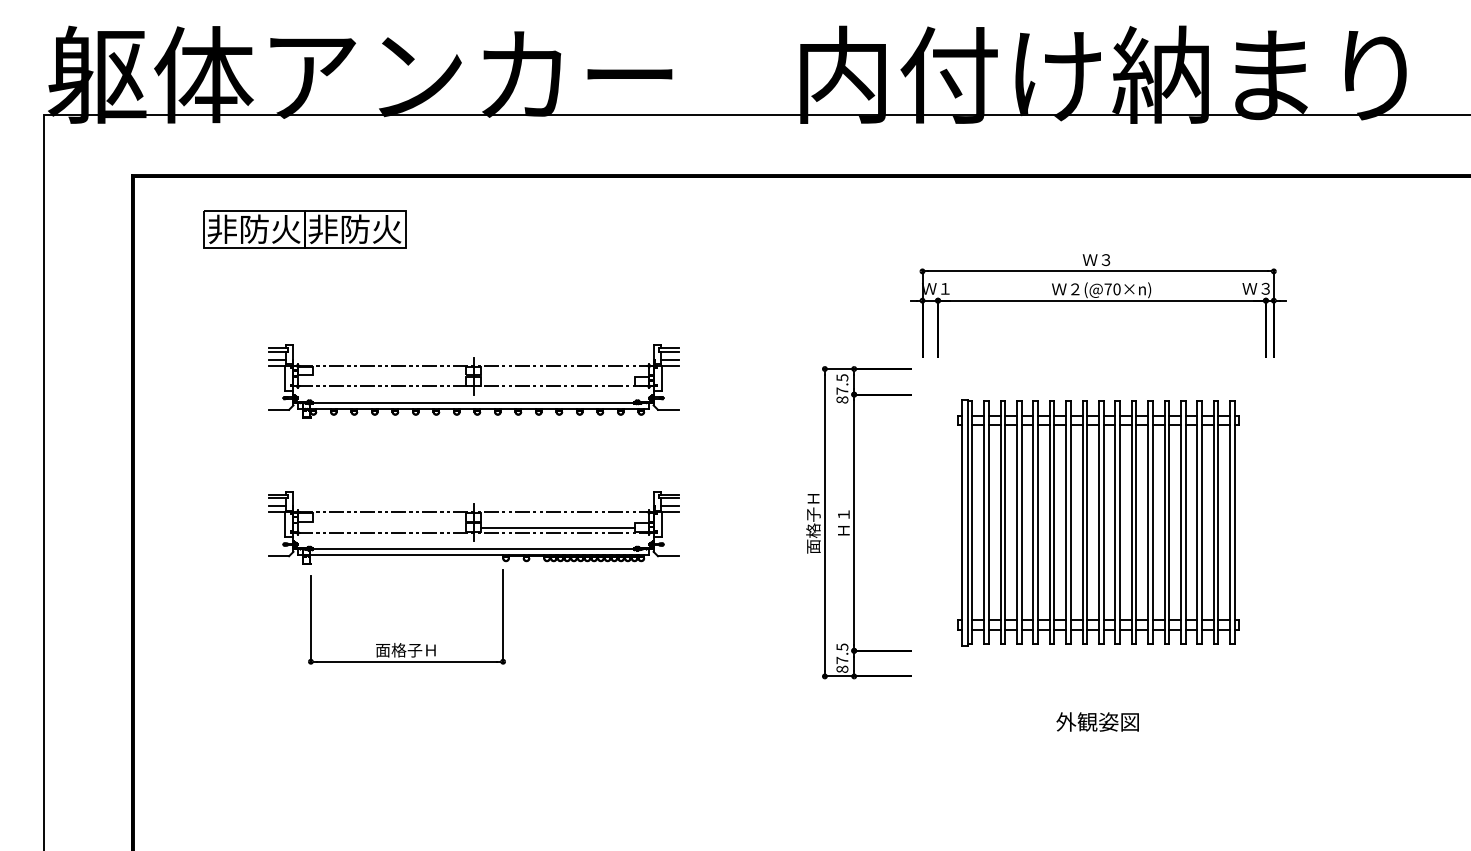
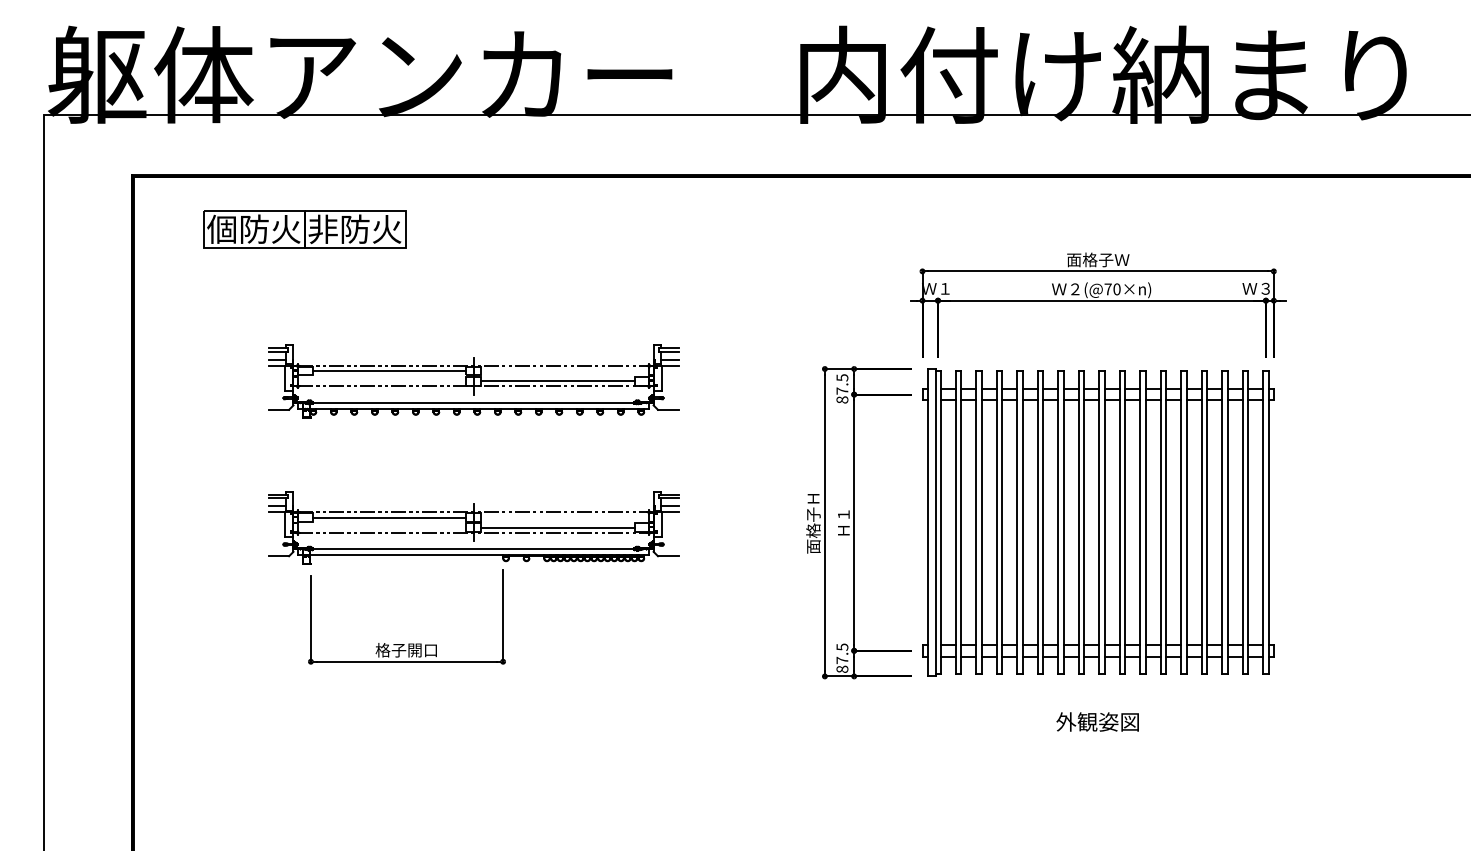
text at (221, 229): 非防火 -> 個防火
text at (1098, 259): Ｗ３ -> 面格子Ｗ
line at (389, 371): none -> present
line at (557, 381): none -> present
line at (389, 517): none -> present
part at (1098, 522) size: 283x248 px -> 353x309 px
text at (405, 650): 面格子Ｈ -> 格子開口
